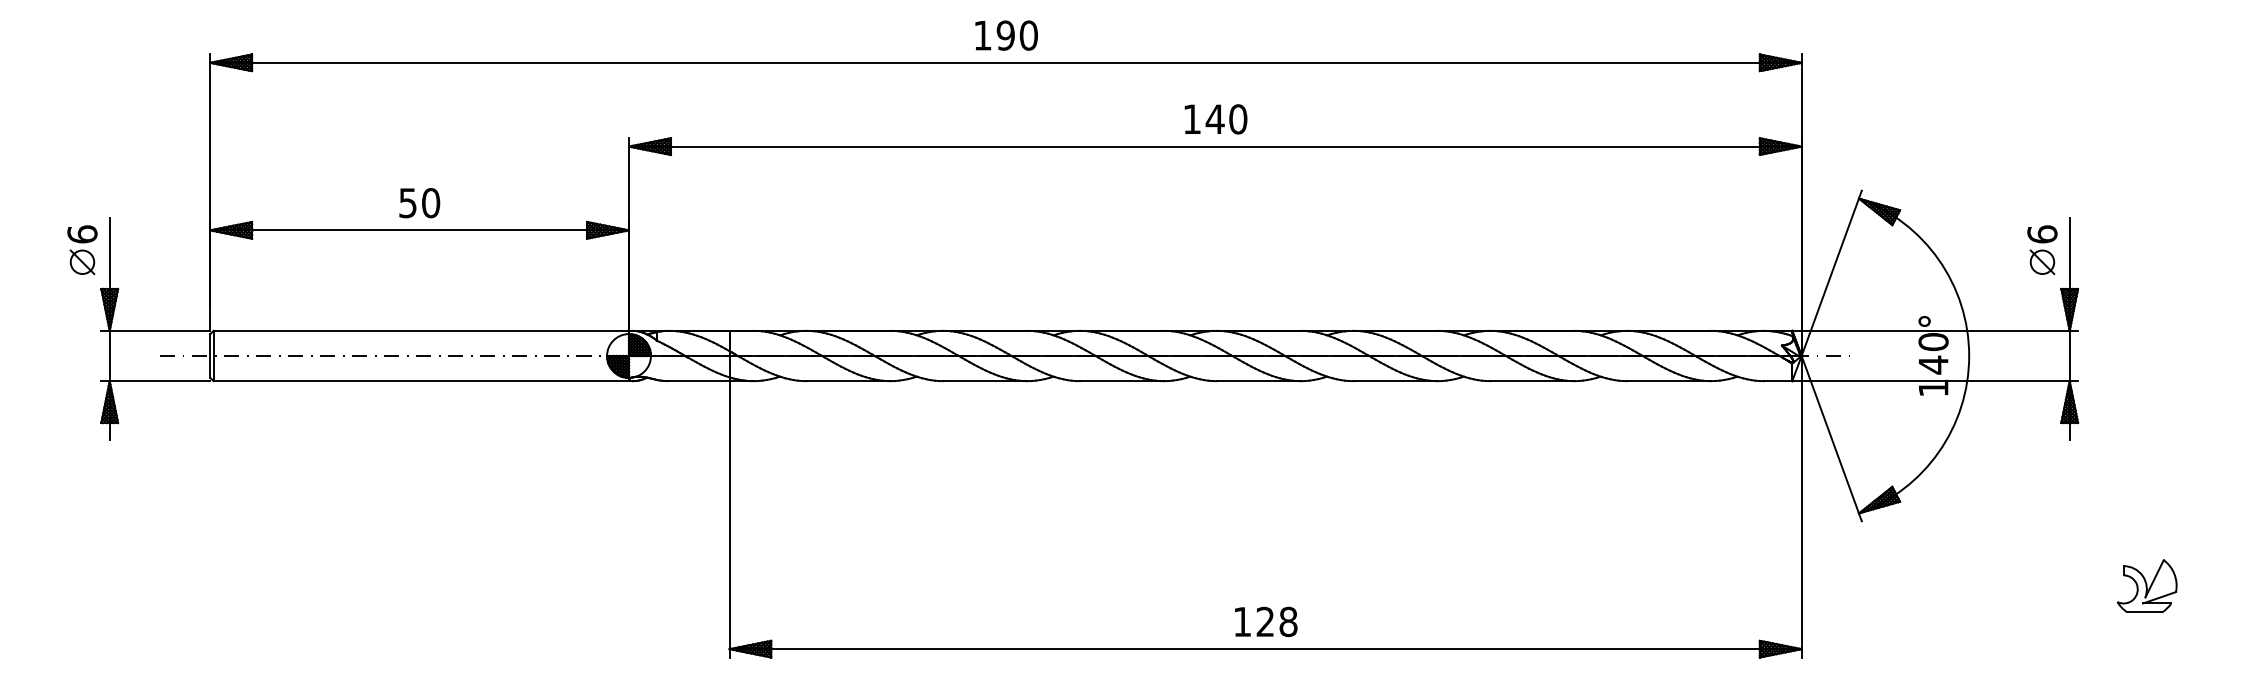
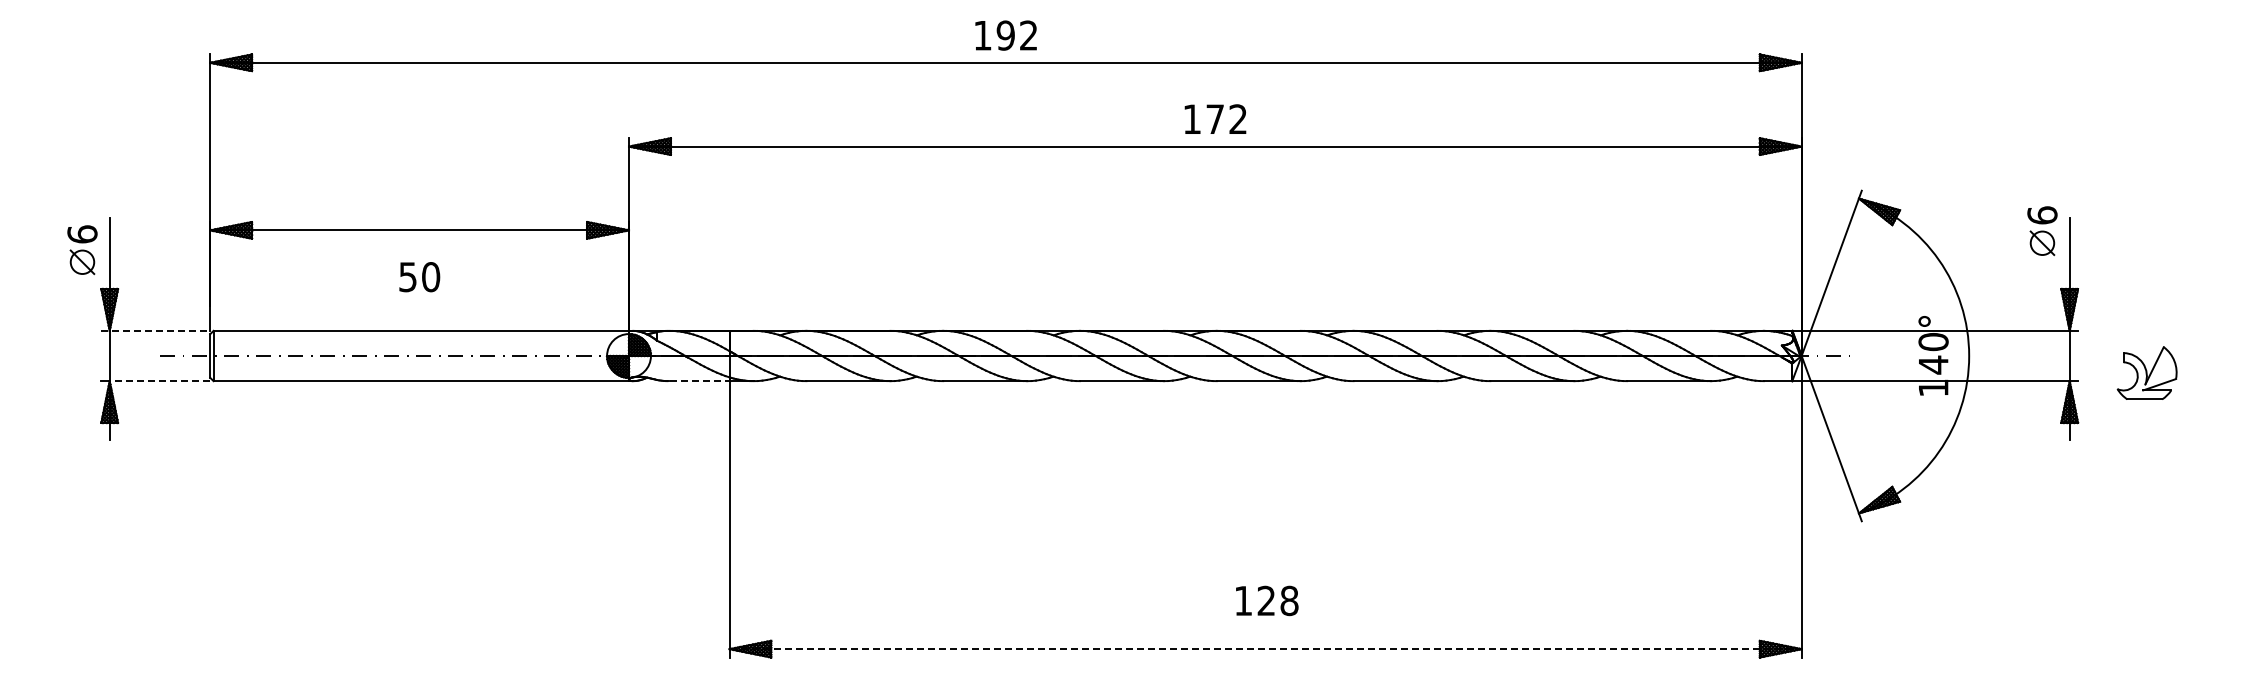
text at (1028, 35): 190 -> 192
text at (1226, 119): 140 -> 172
text at (419, 203) position: (419, 203) -> (419, 277)
part at (2042, 250) position: (2042, 250) -> (2042, 231)
line at (156, 330): solid -> dashed
line at (159, 381): solid -> dashed
line at (699, 381): solid -> dashed
part at (2146, 585) position: (2146, 585) -> (2146, 372)
text at (1266, 621) position: (1266, 621) -> (1267, 600)
line at (1266, 649): solid -> dashed
